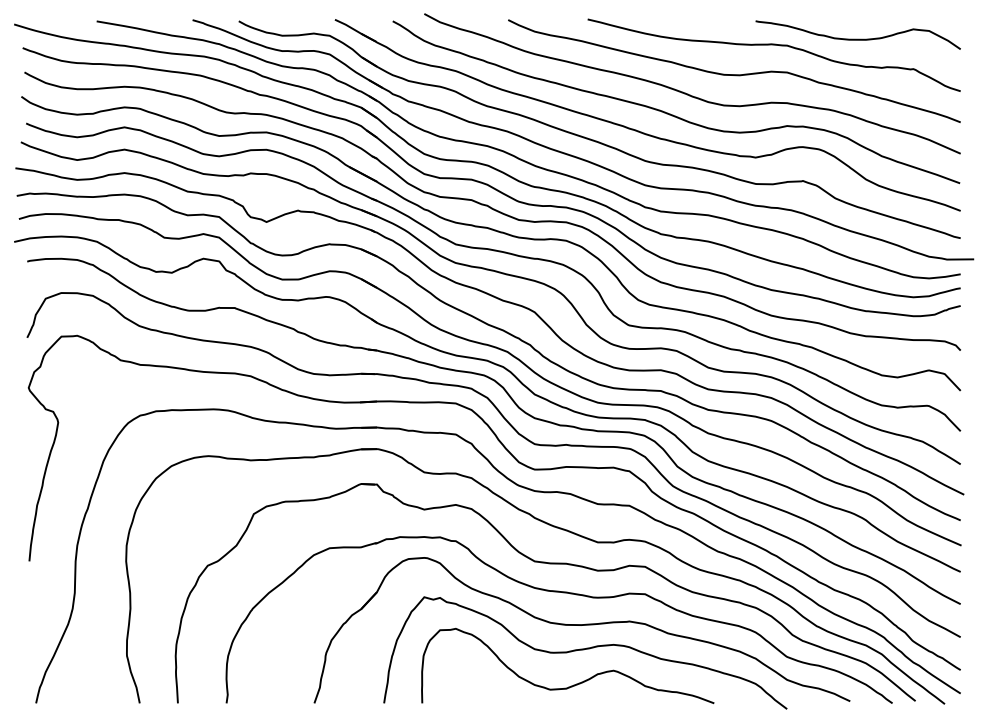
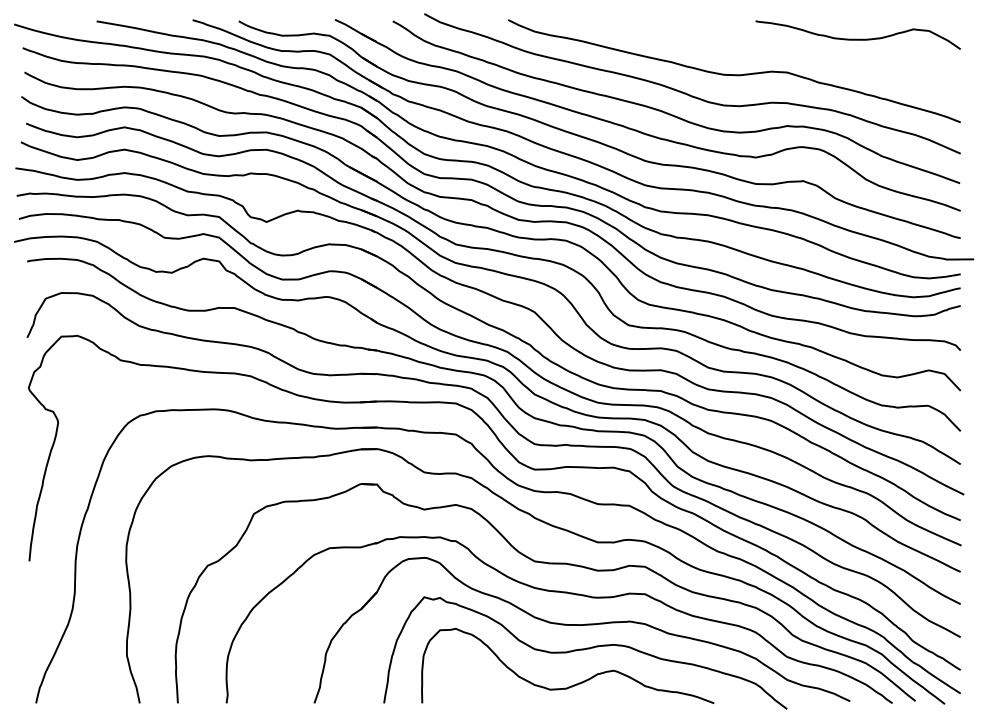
curve at (773, 45): present -> none
